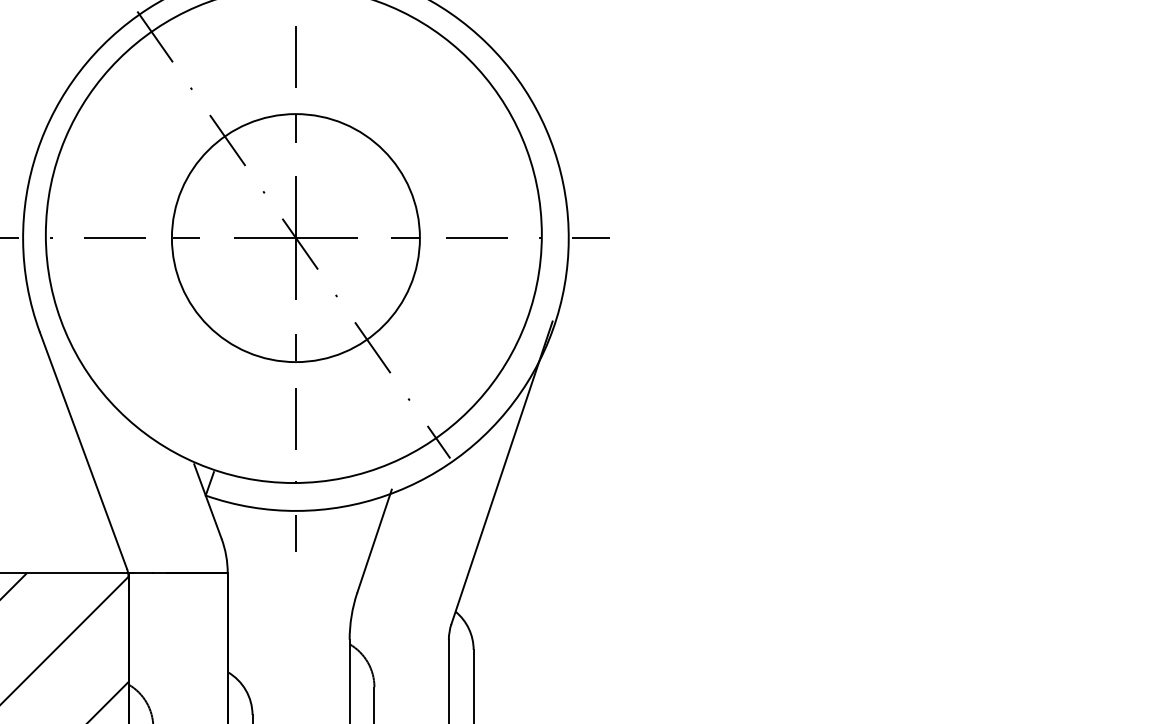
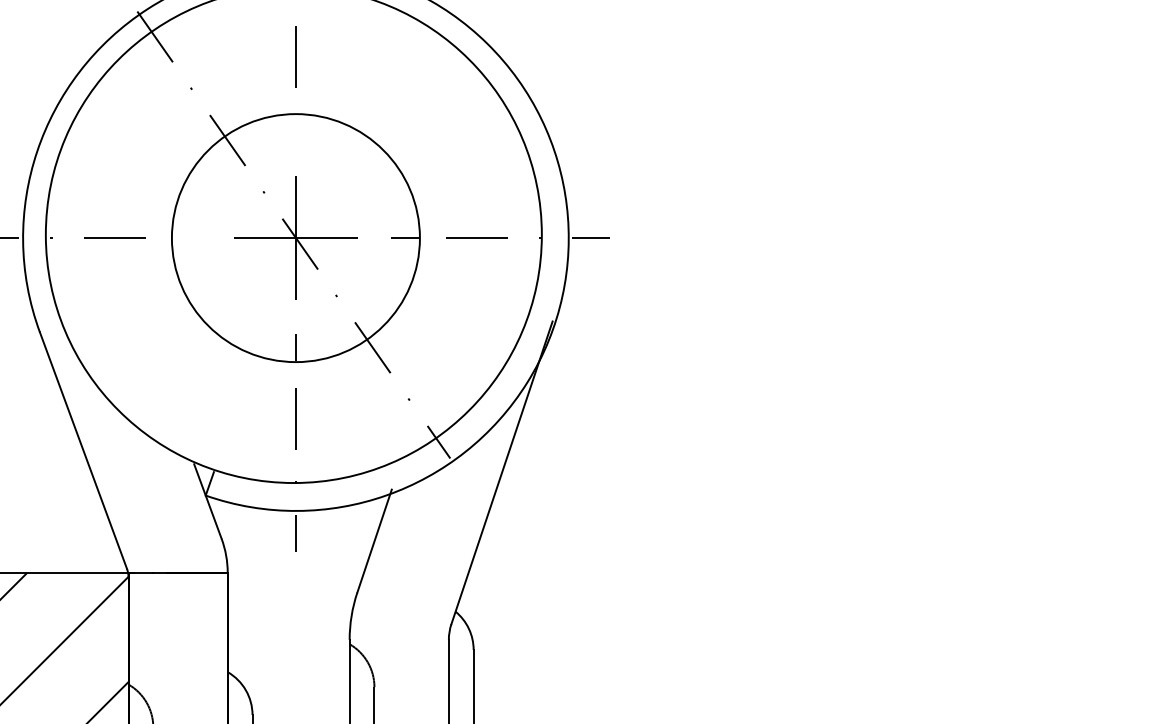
line at (295, 128): present -> none
line at (186, 238): present -> none
